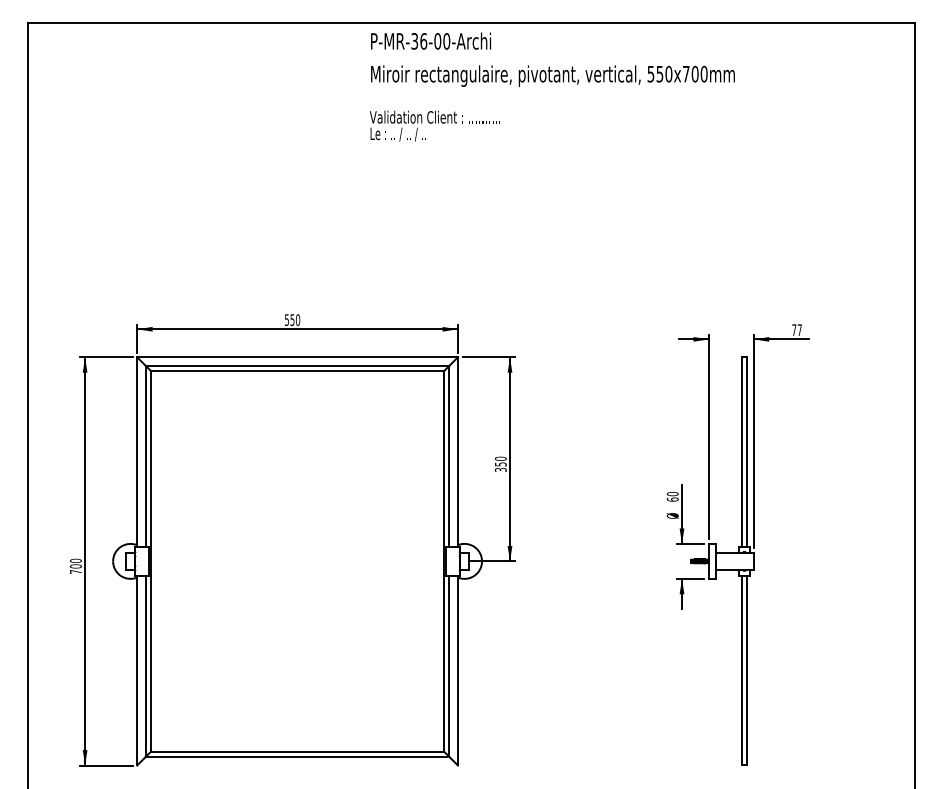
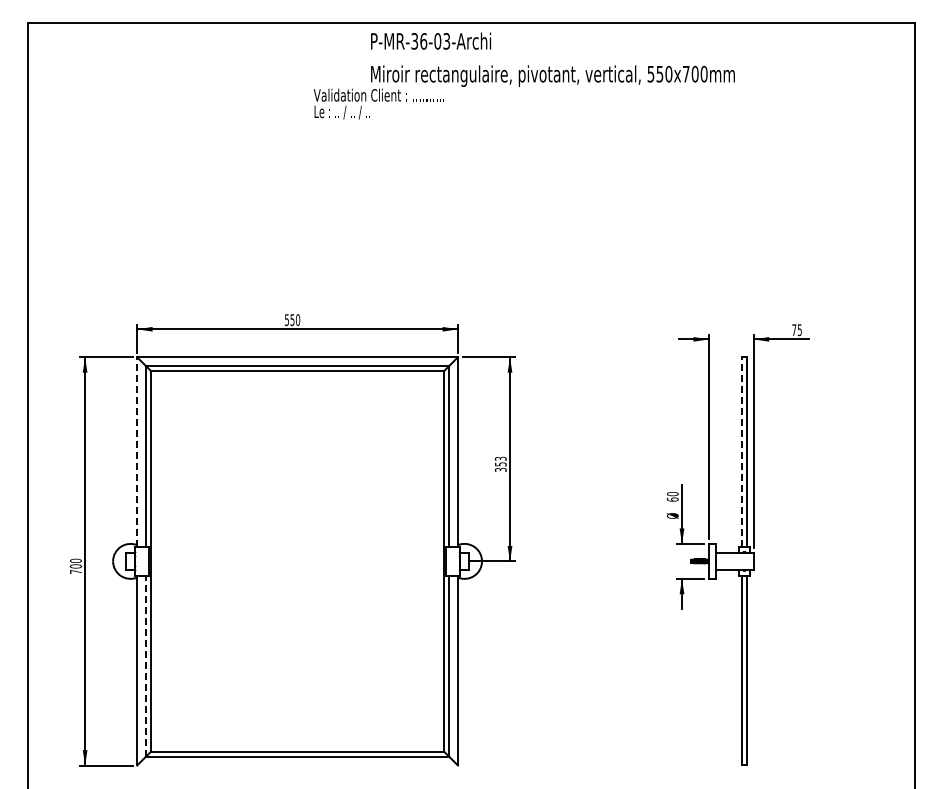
text at (446, 41): P-MR-36-00-Archi -> P-MR-36-03-Archi
text at (434, 125) position: (434, 125) -> (378, 103)
text at (799, 330): 77 -> 75
line at (137, 452): solid -> dashed
line at (741, 452): solid -> dashed
text at (500, 458): 350 -> 353
line at (145, 665): solid -> dashed
